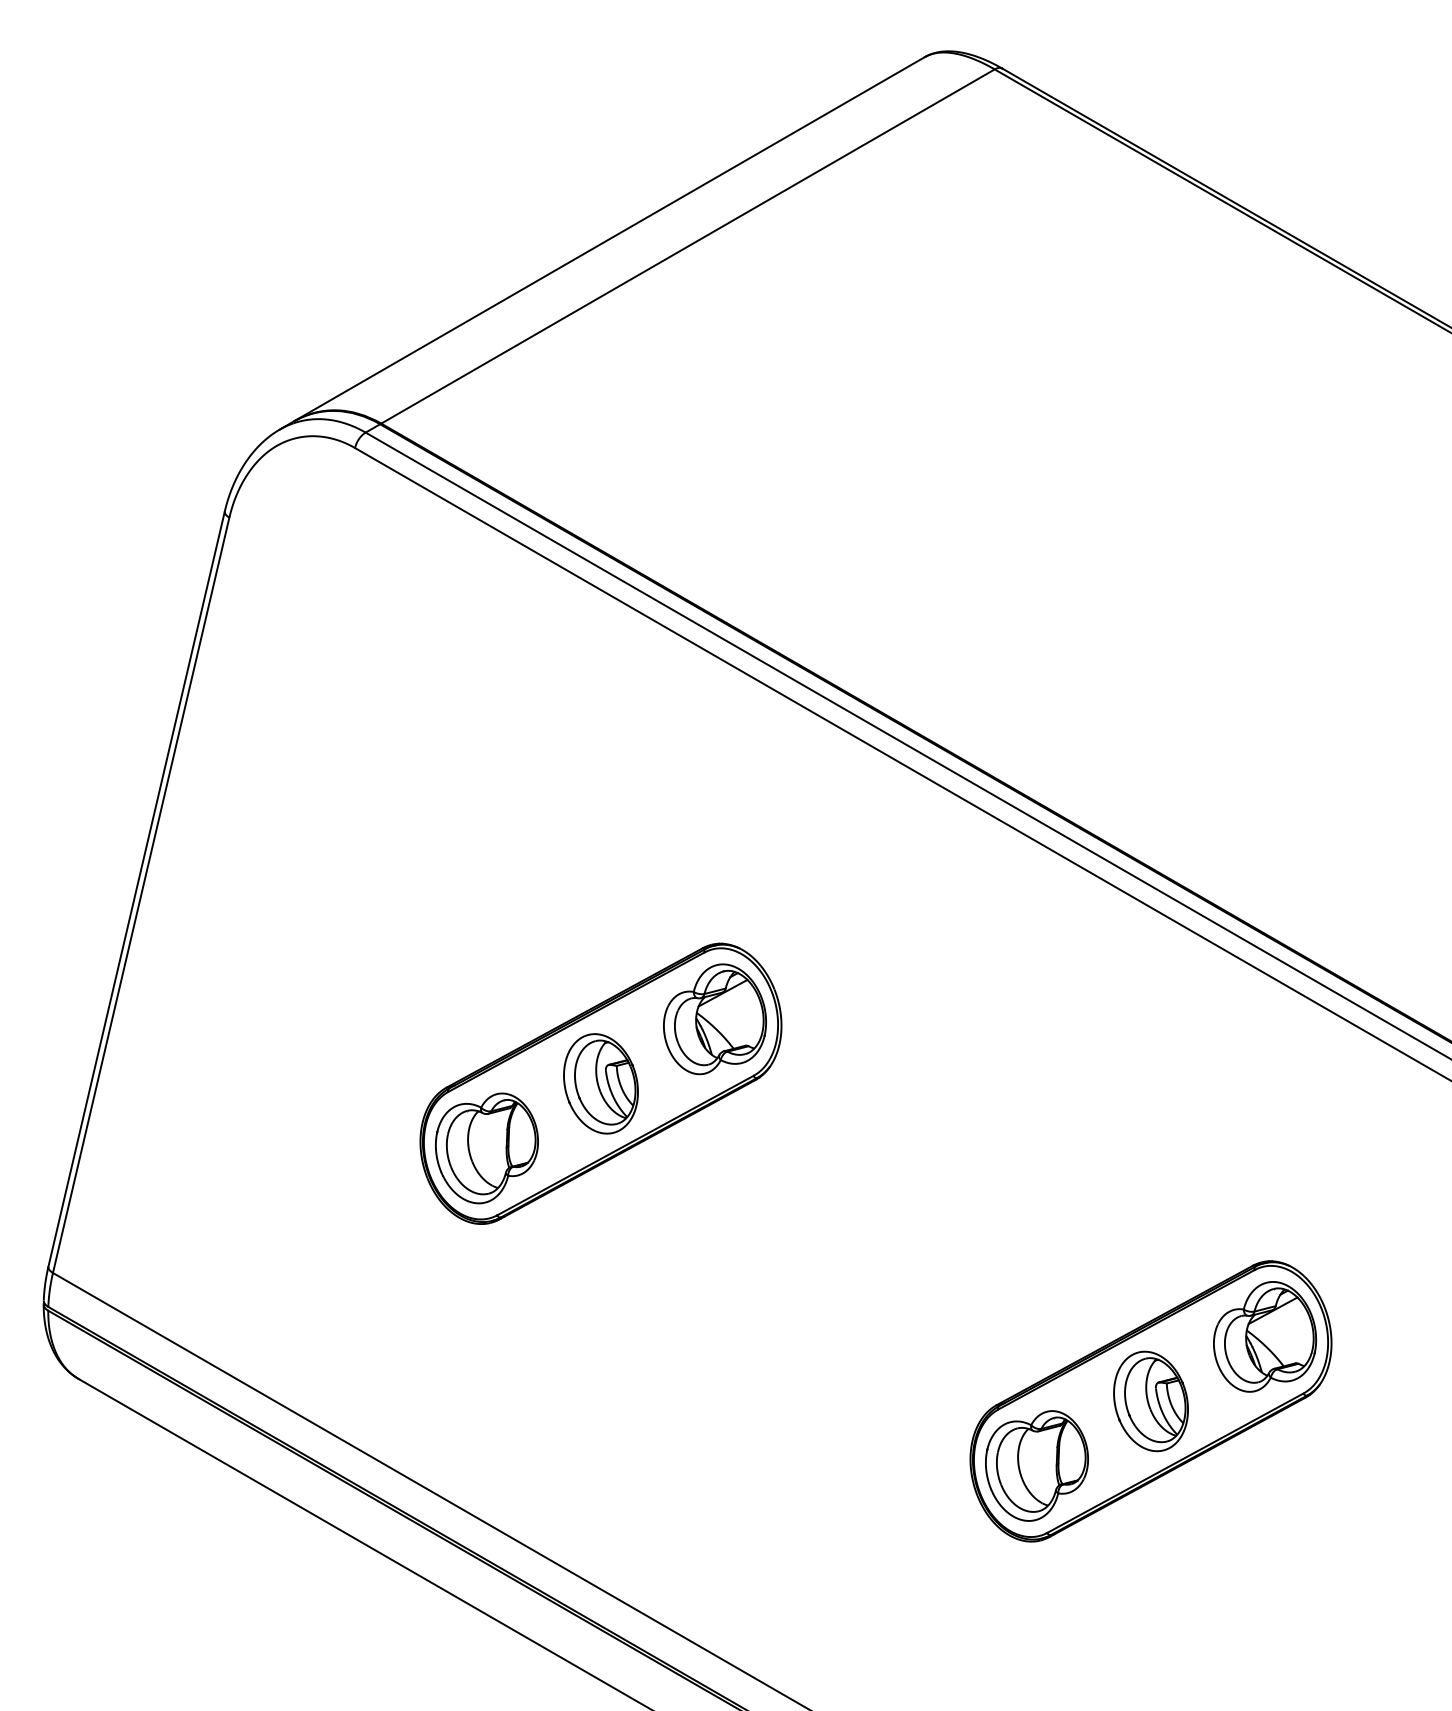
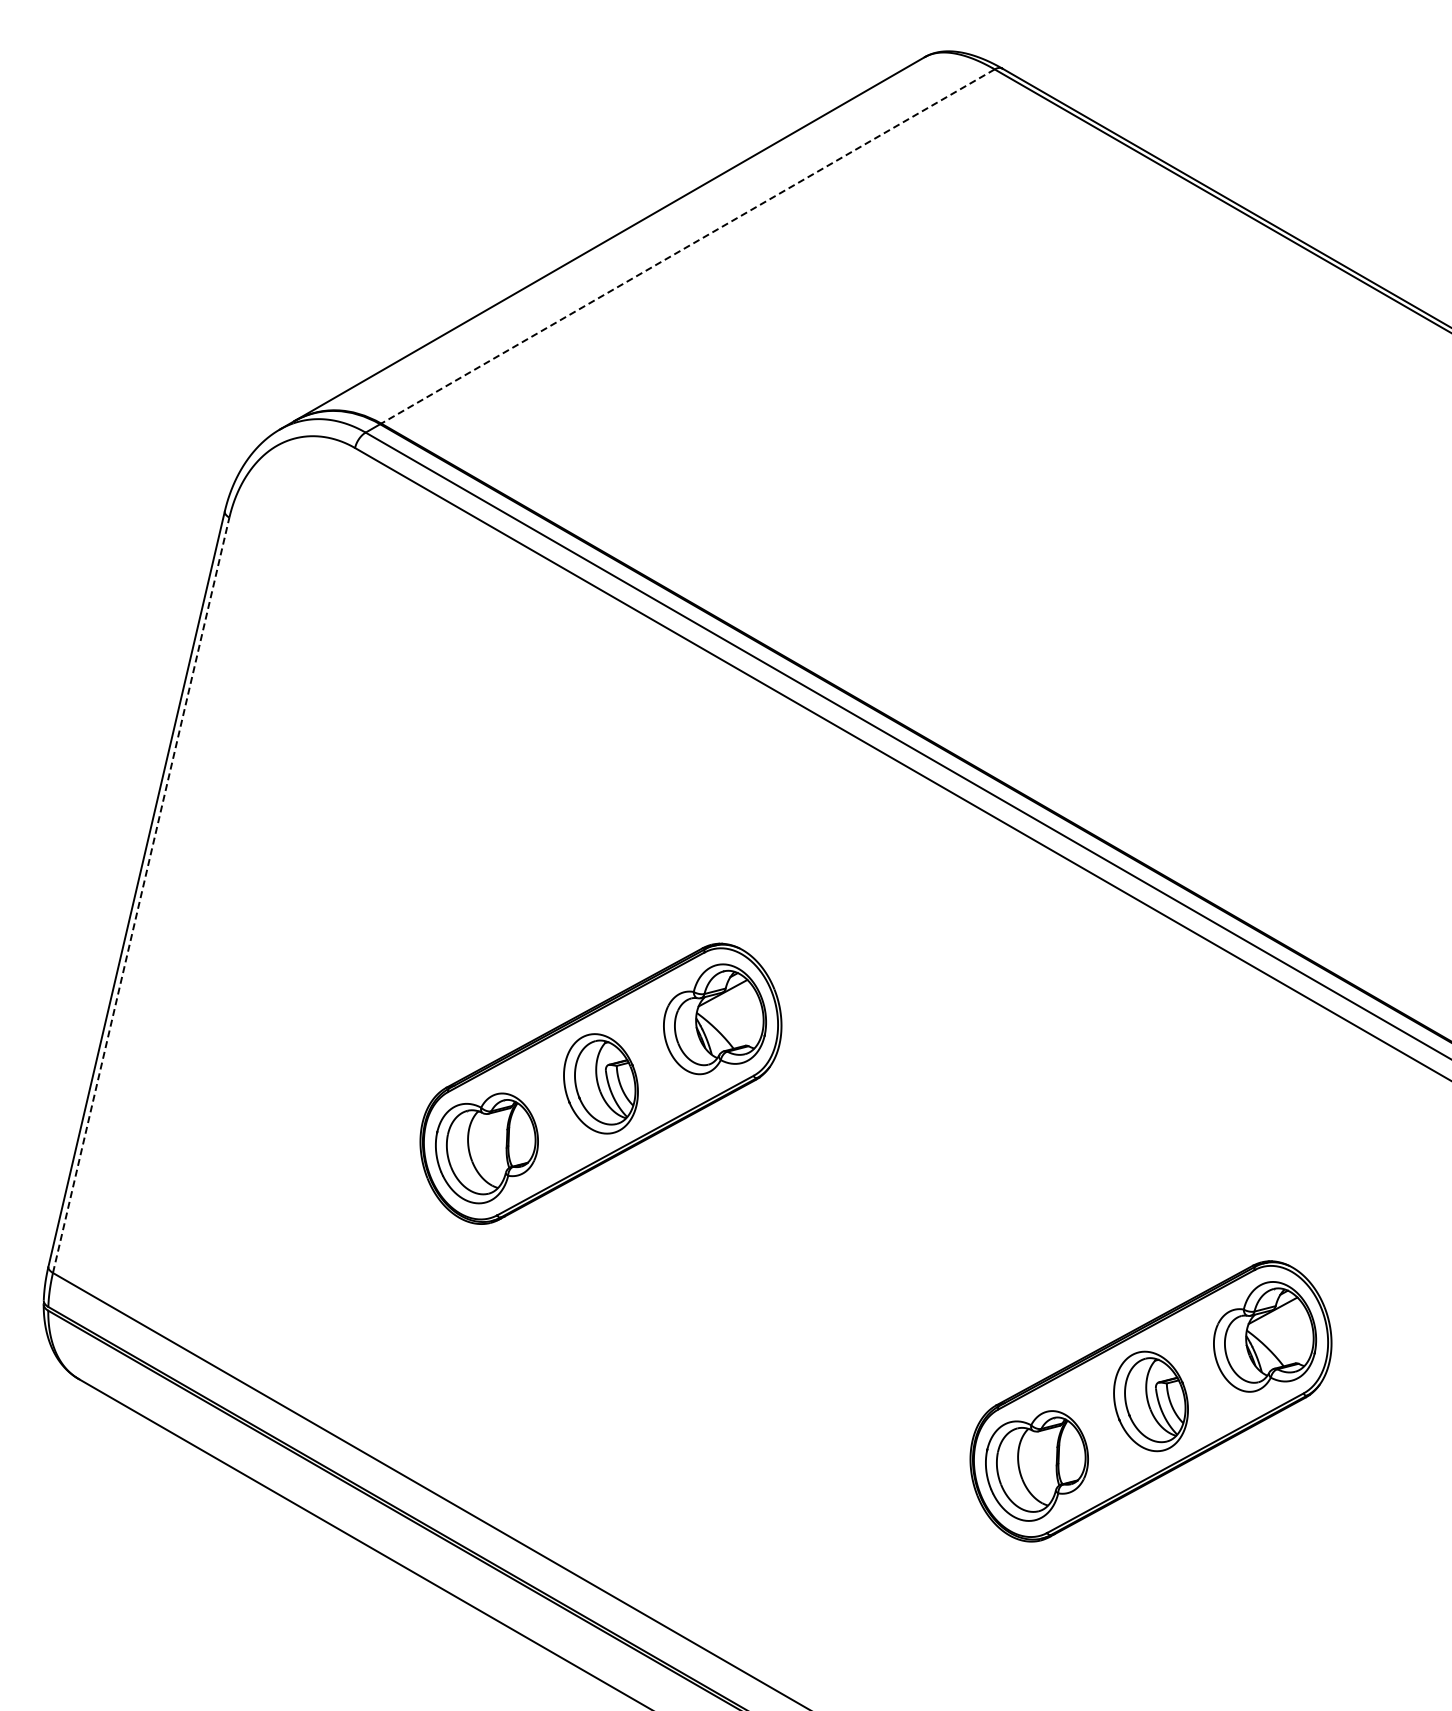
line at (687, 246): solid -> dashed
line at (141, 895): solid -> dashed
